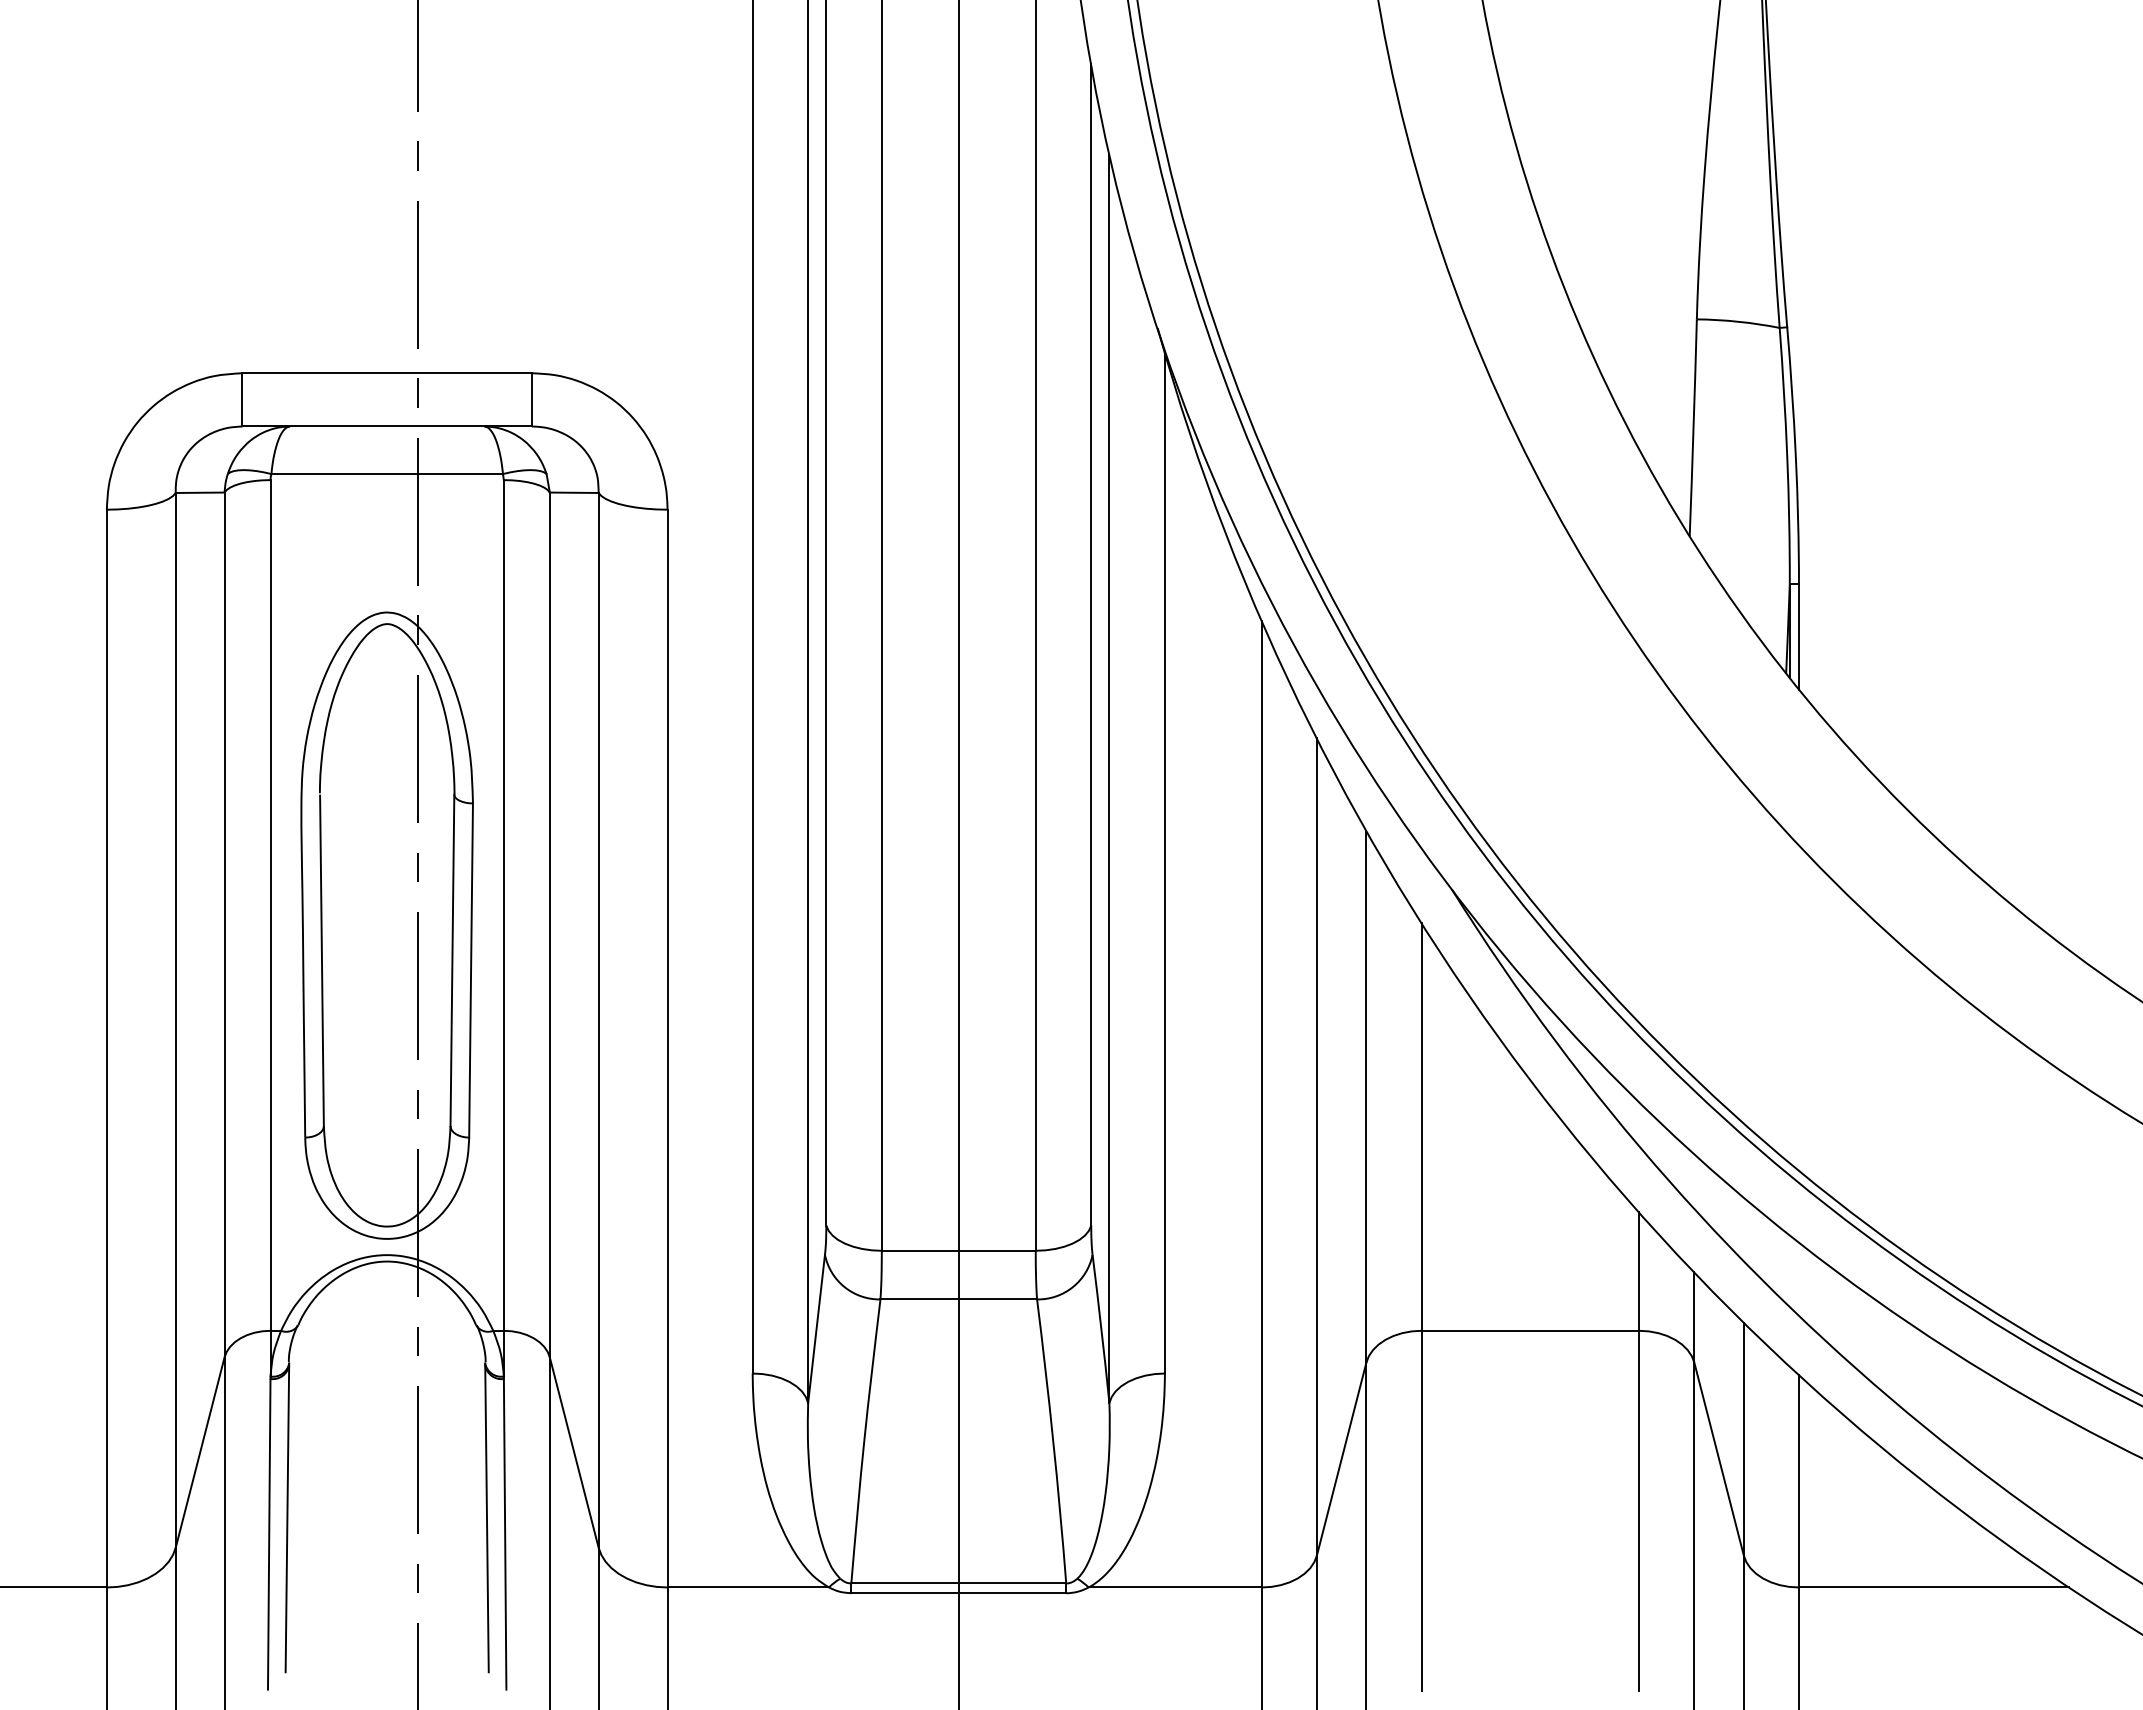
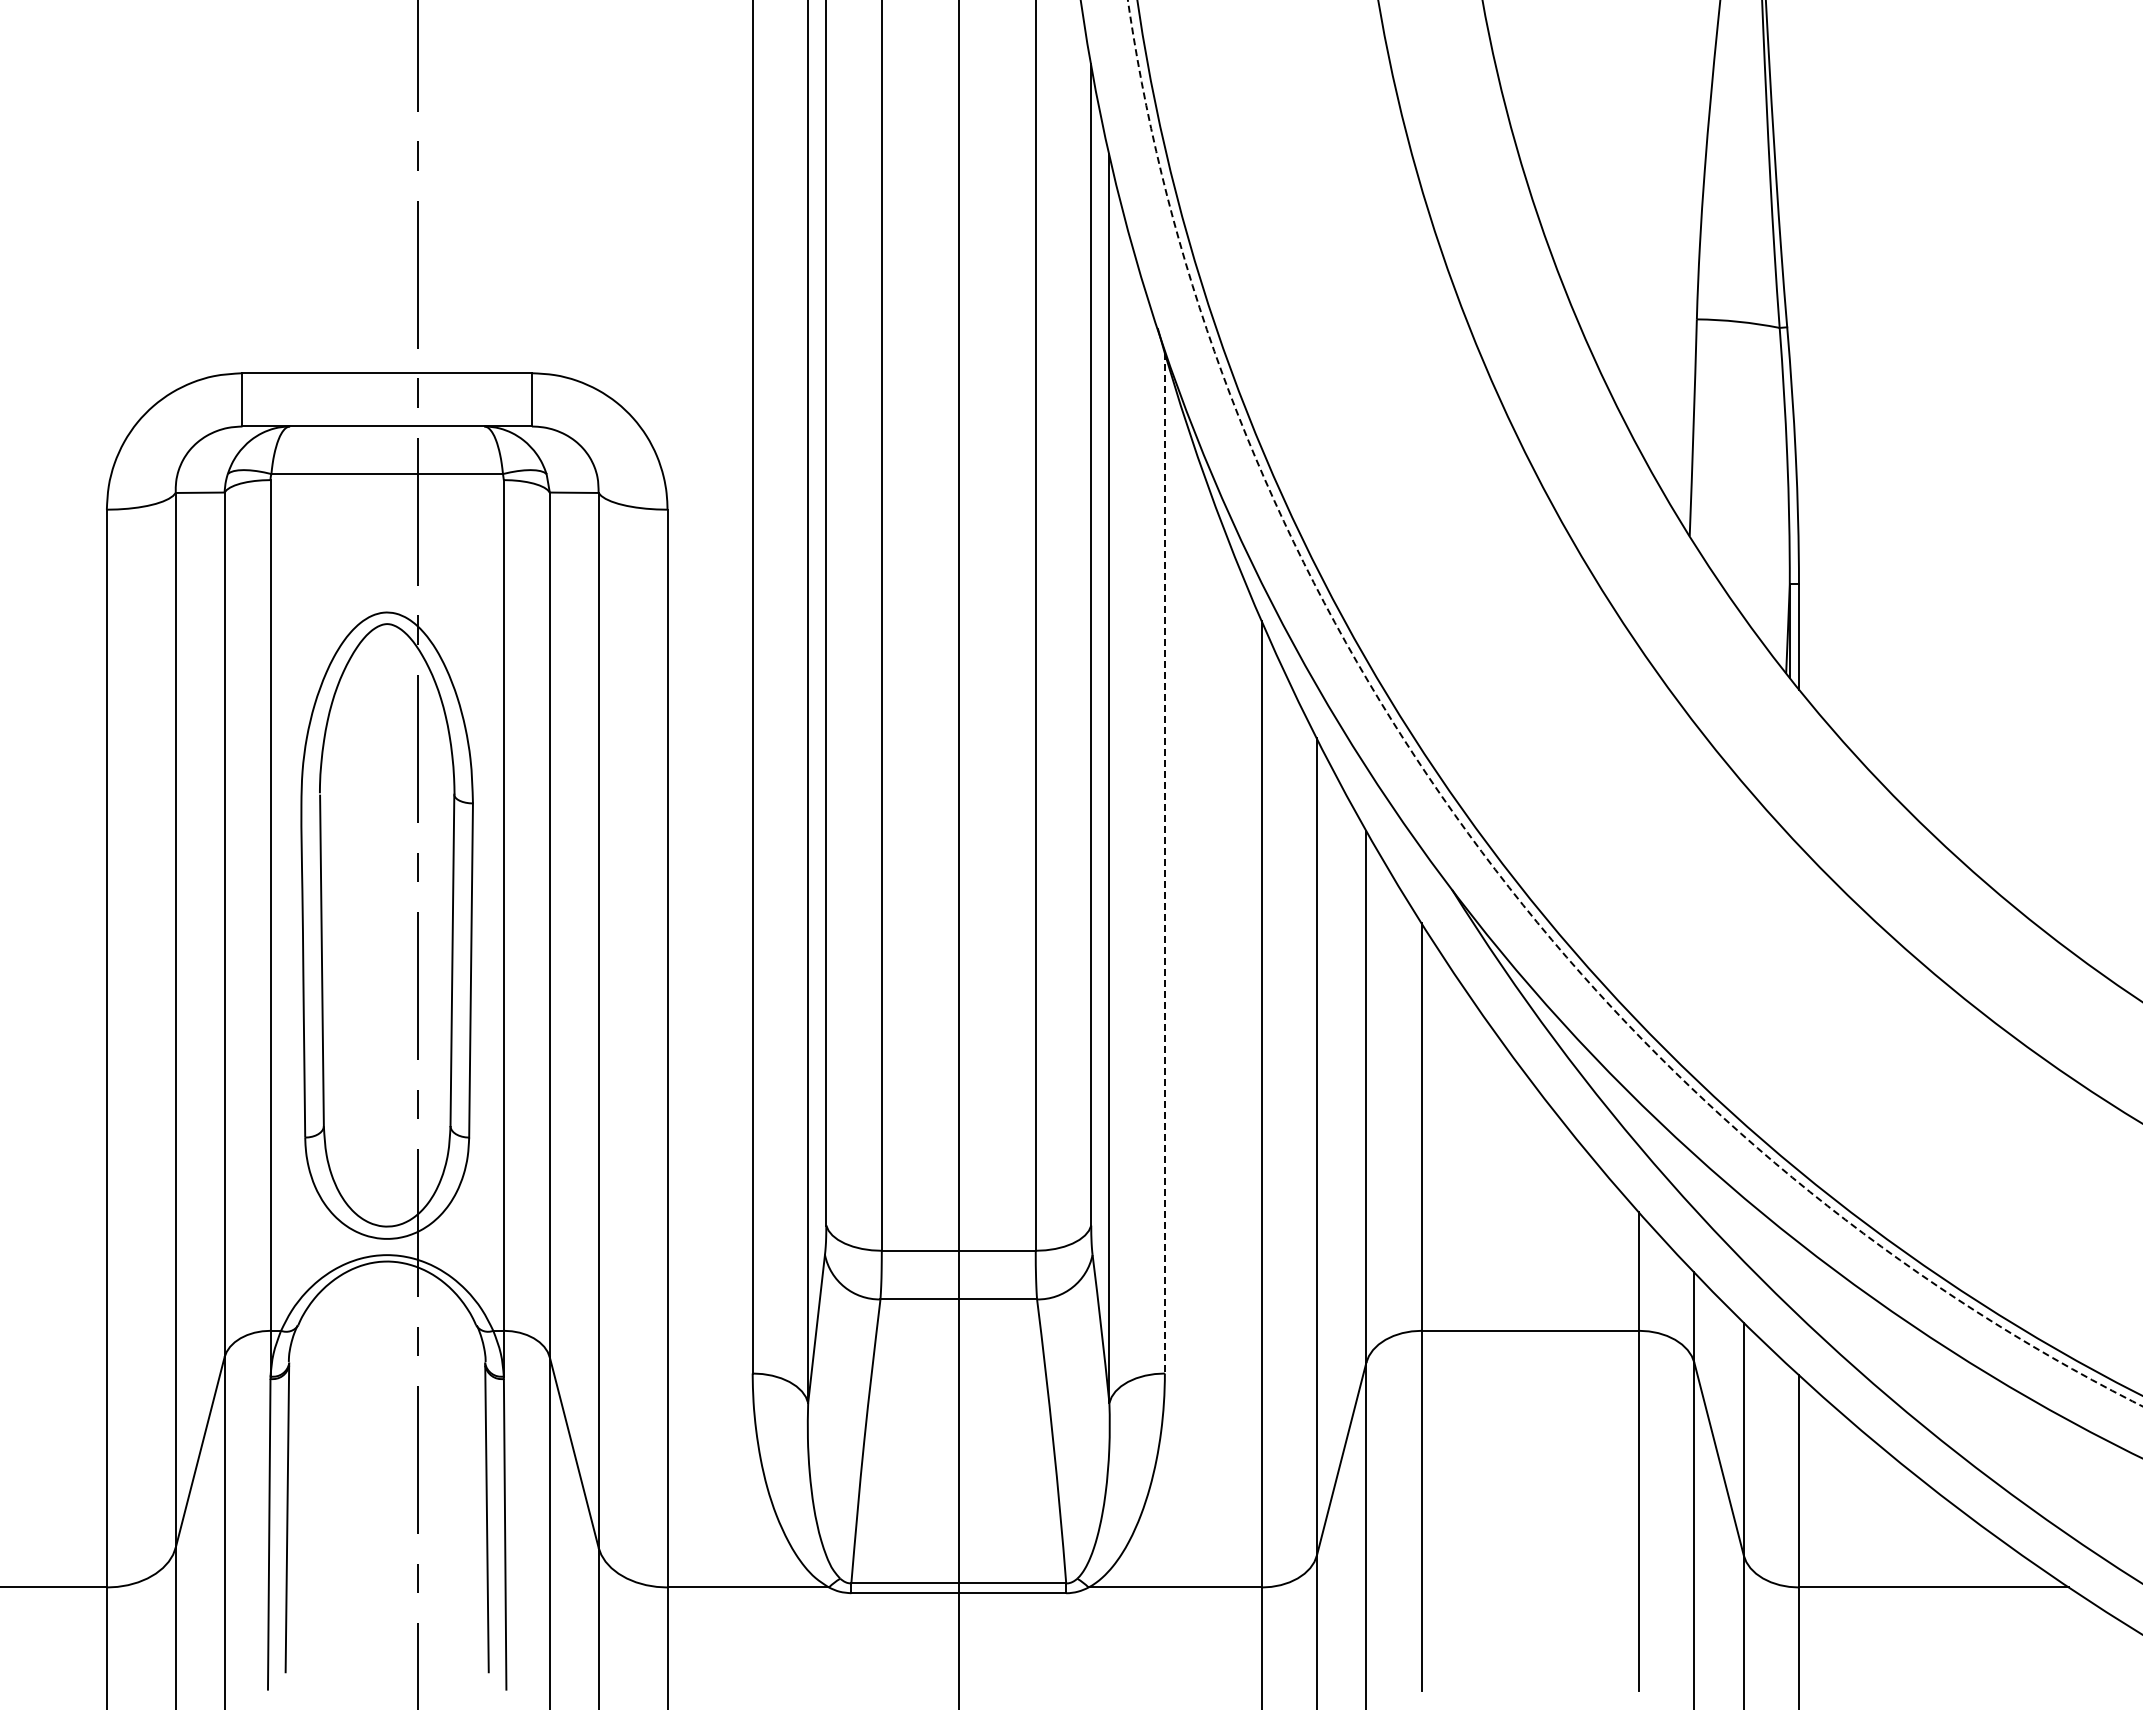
circle at (1634, 703): solid -> dashed
line at (1164, 863): solid -> dashed
